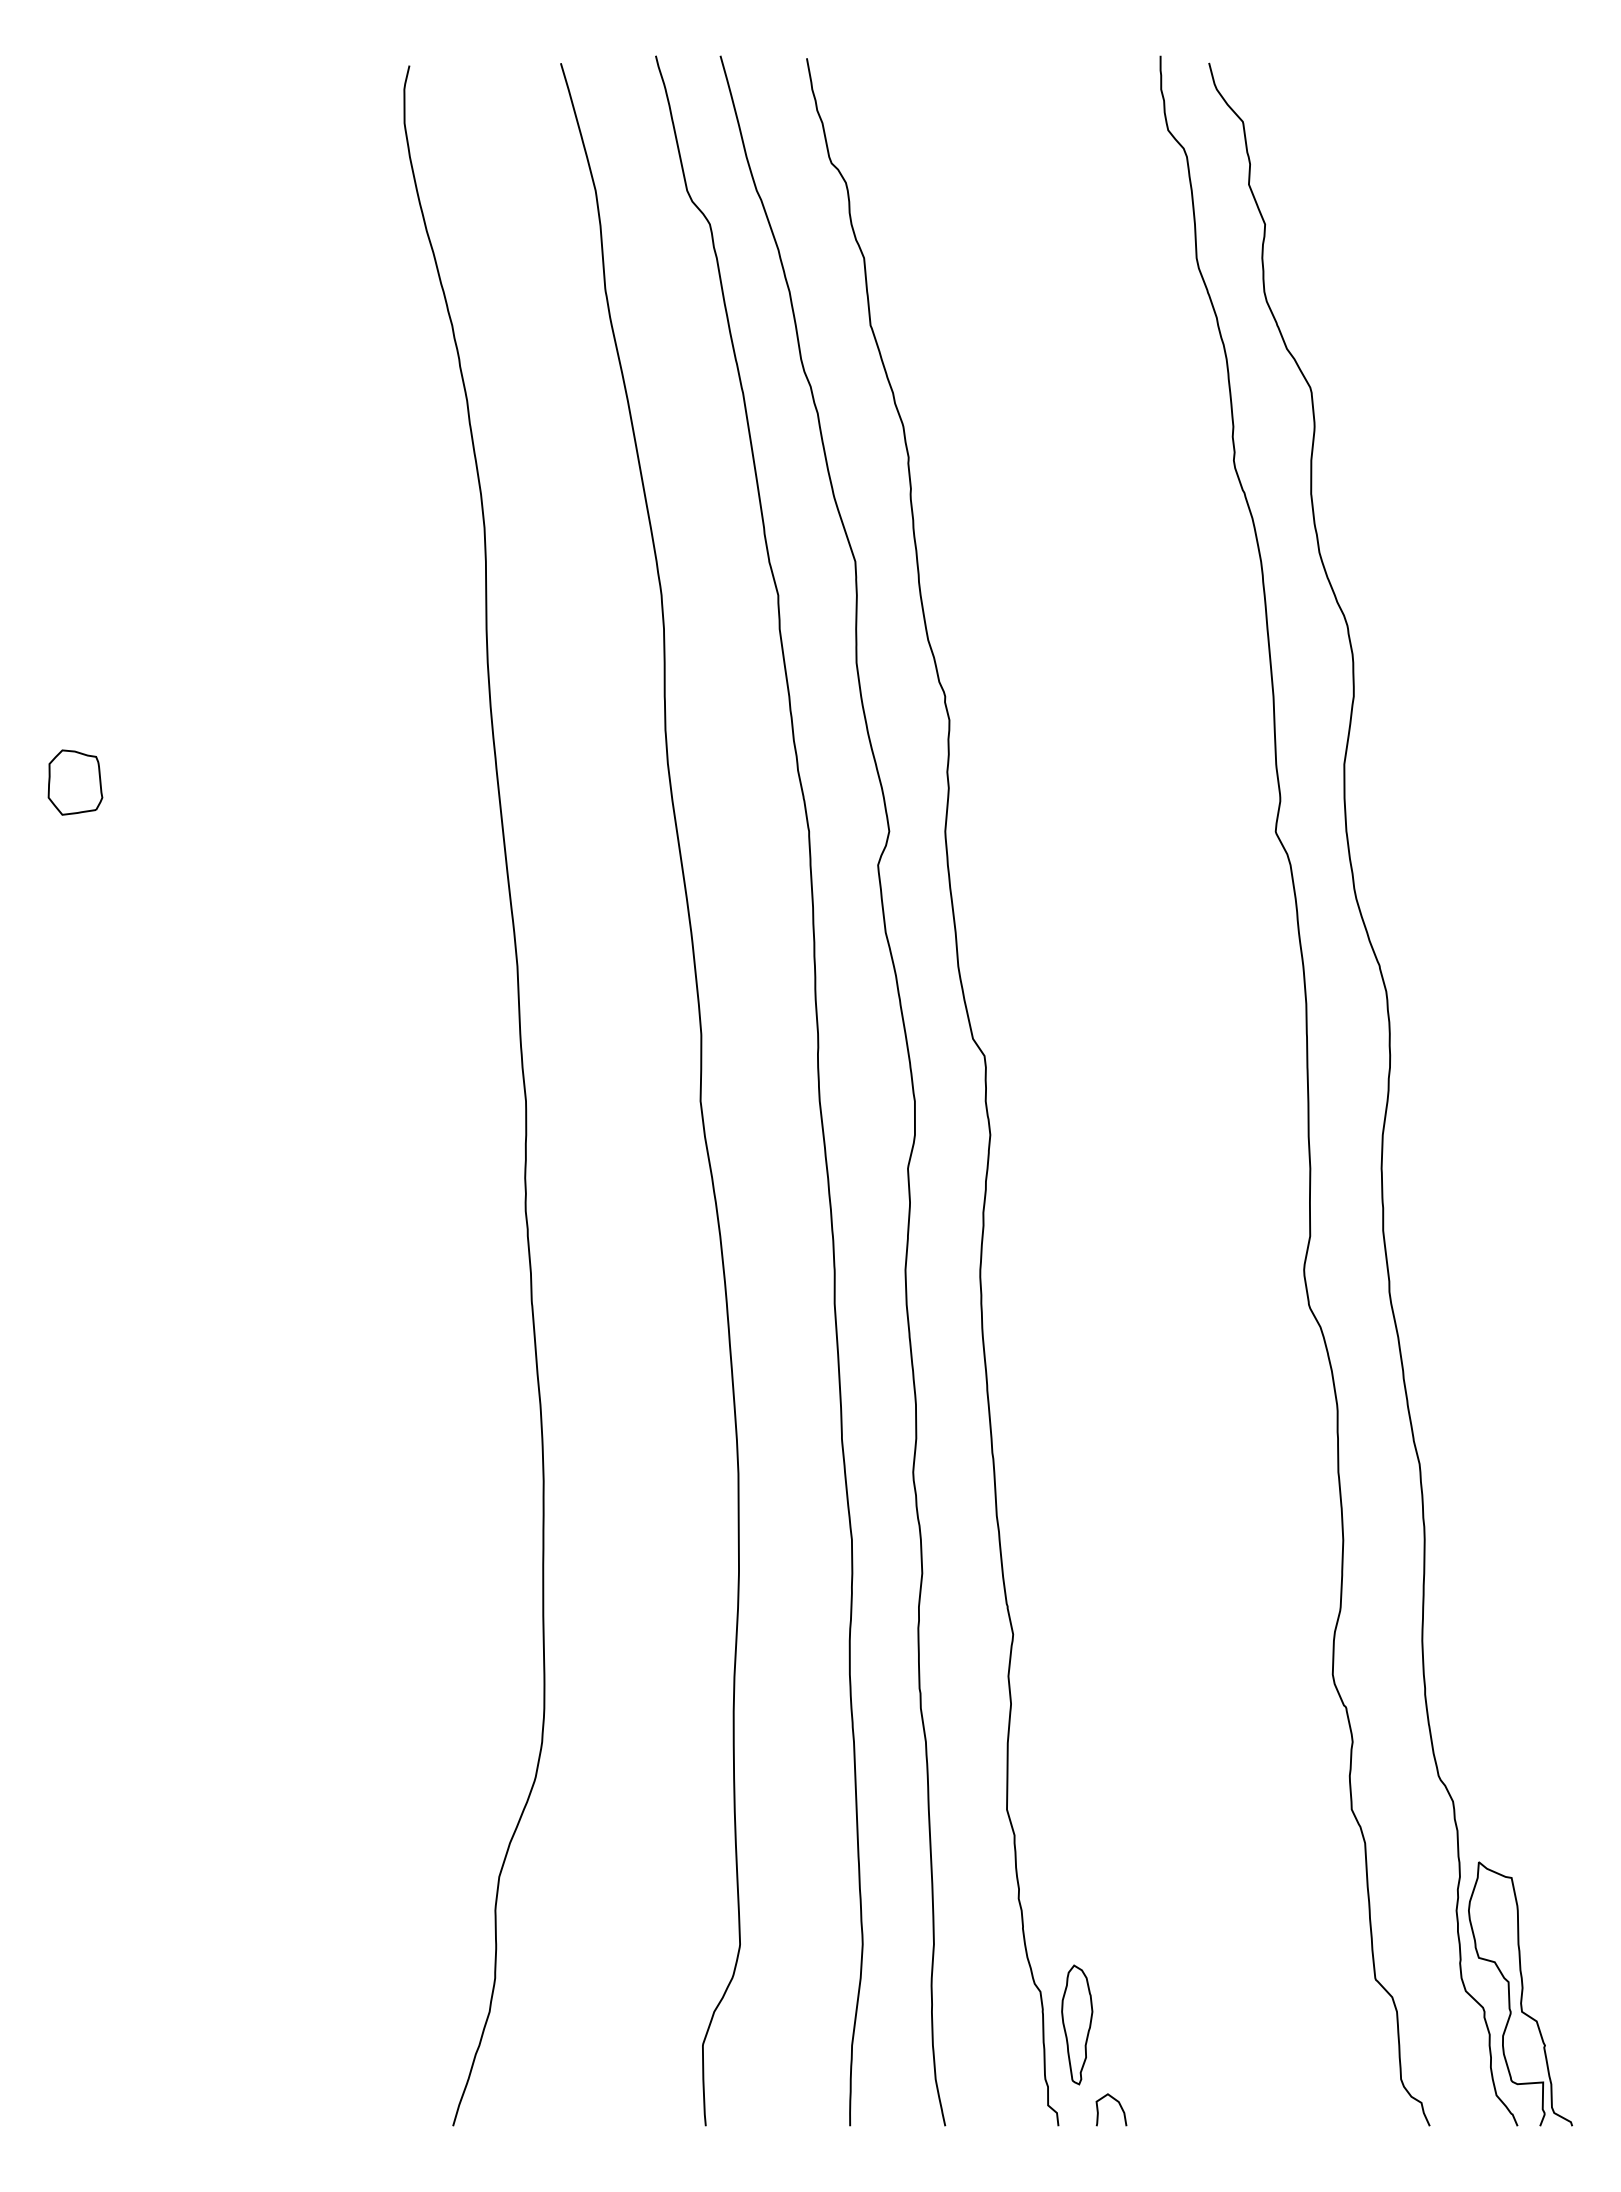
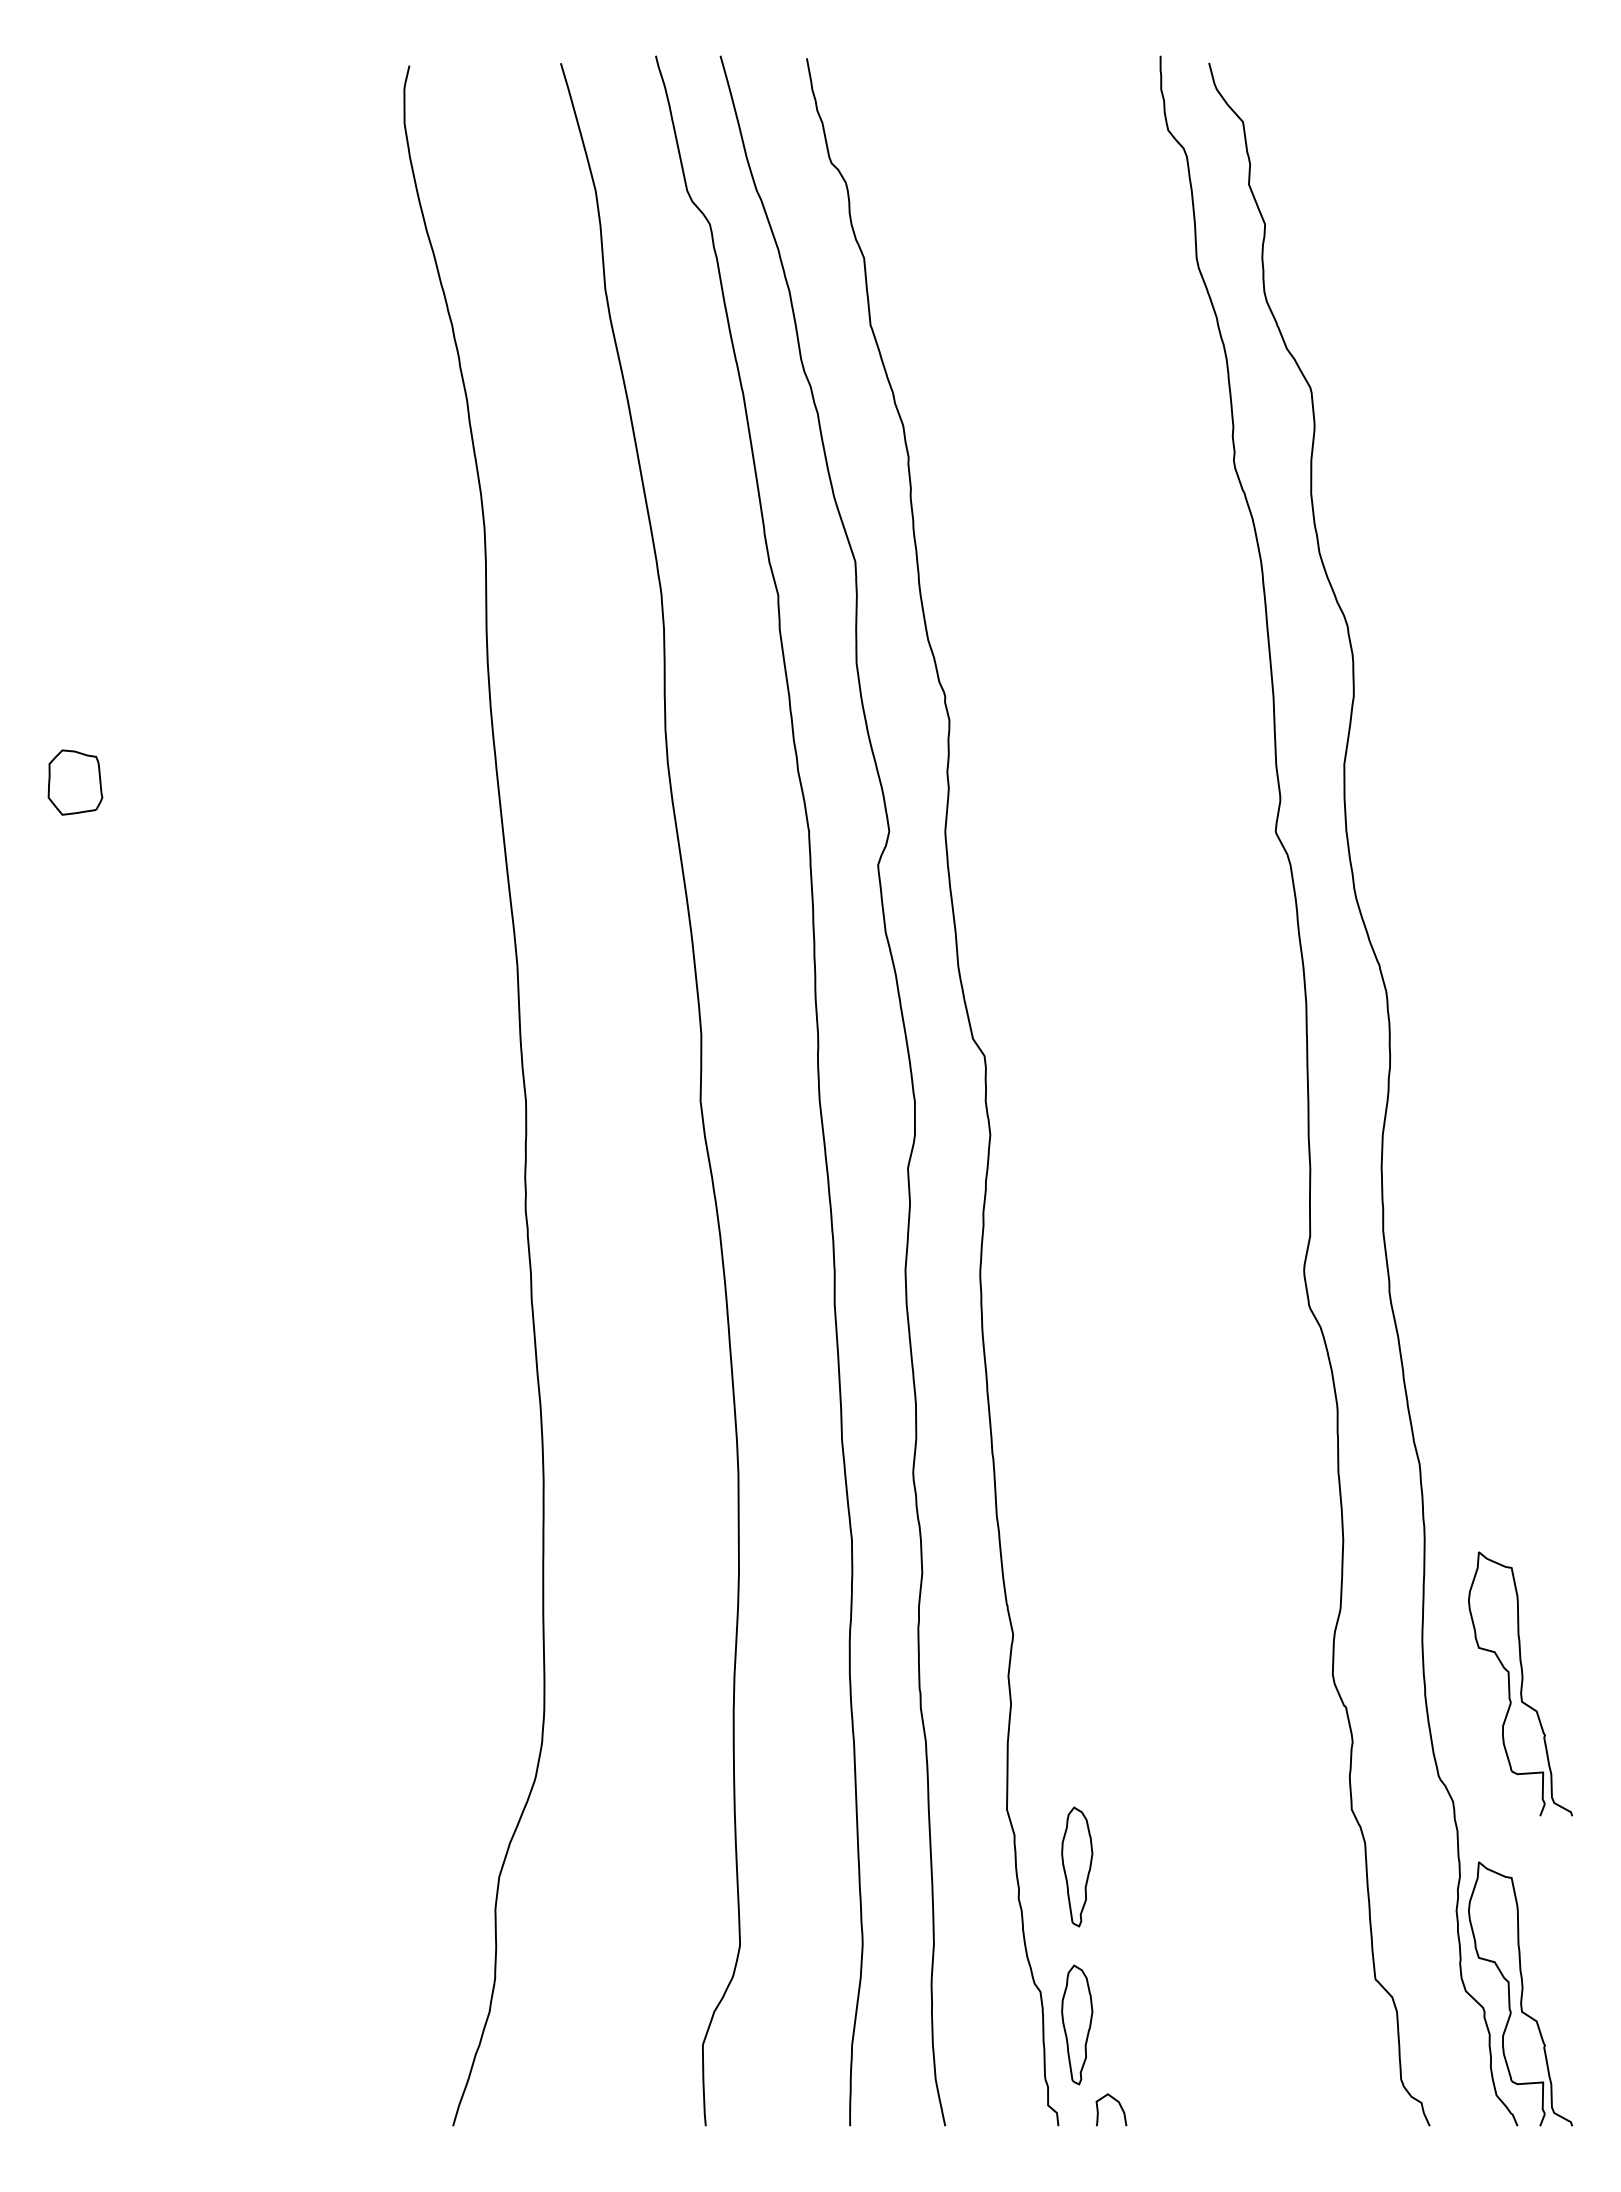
curve at (1521, 1683): none -> present
part at (1077, 1866): none -> present
